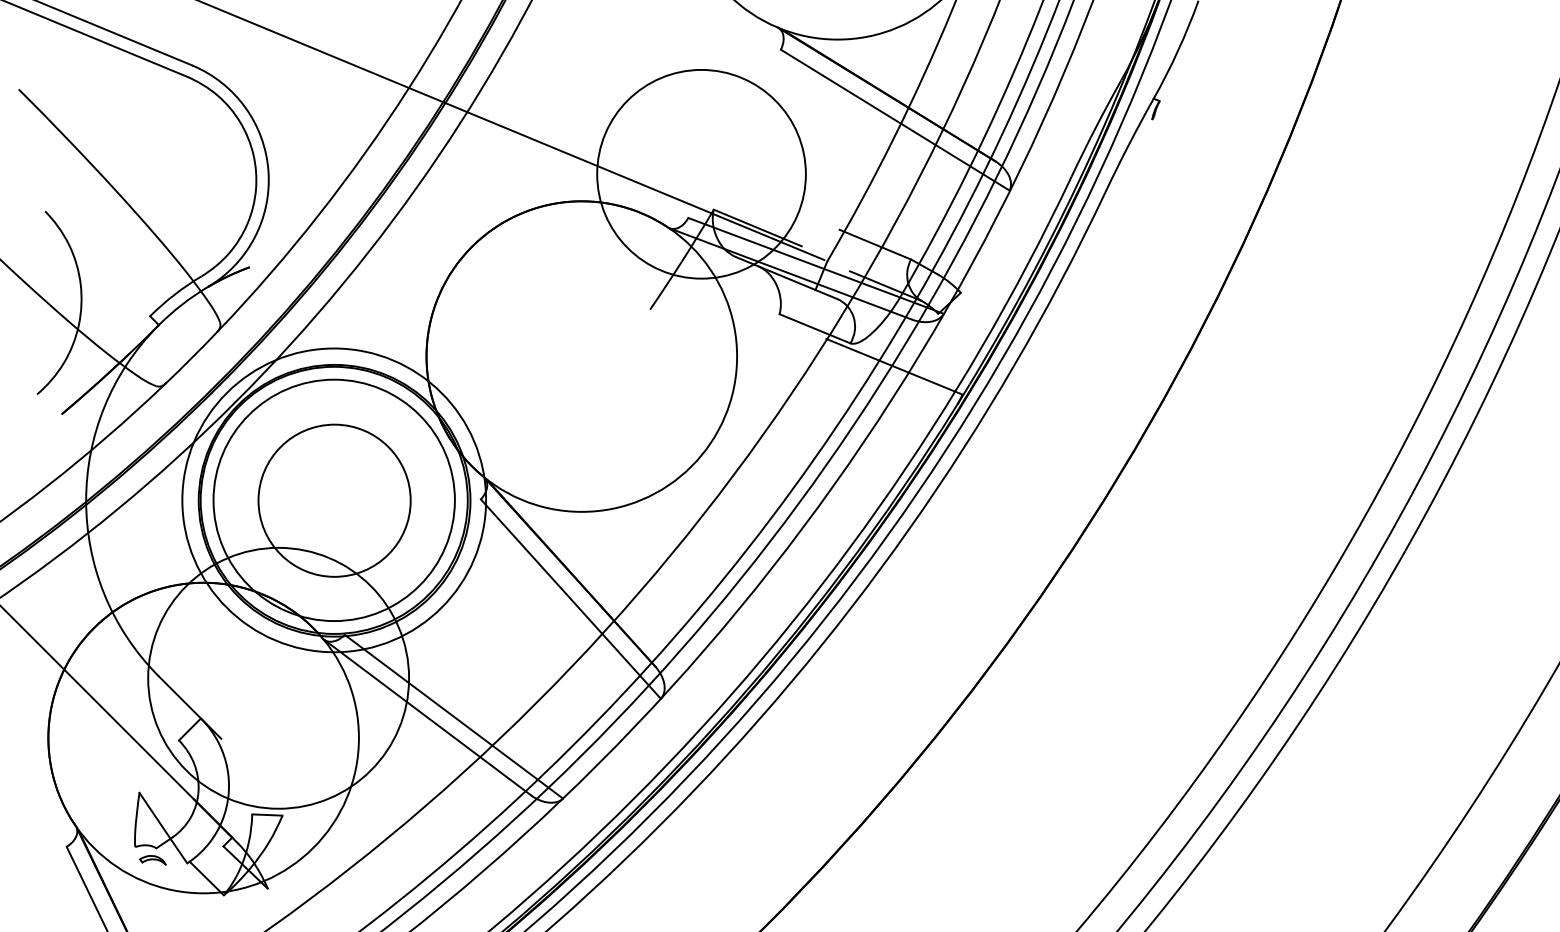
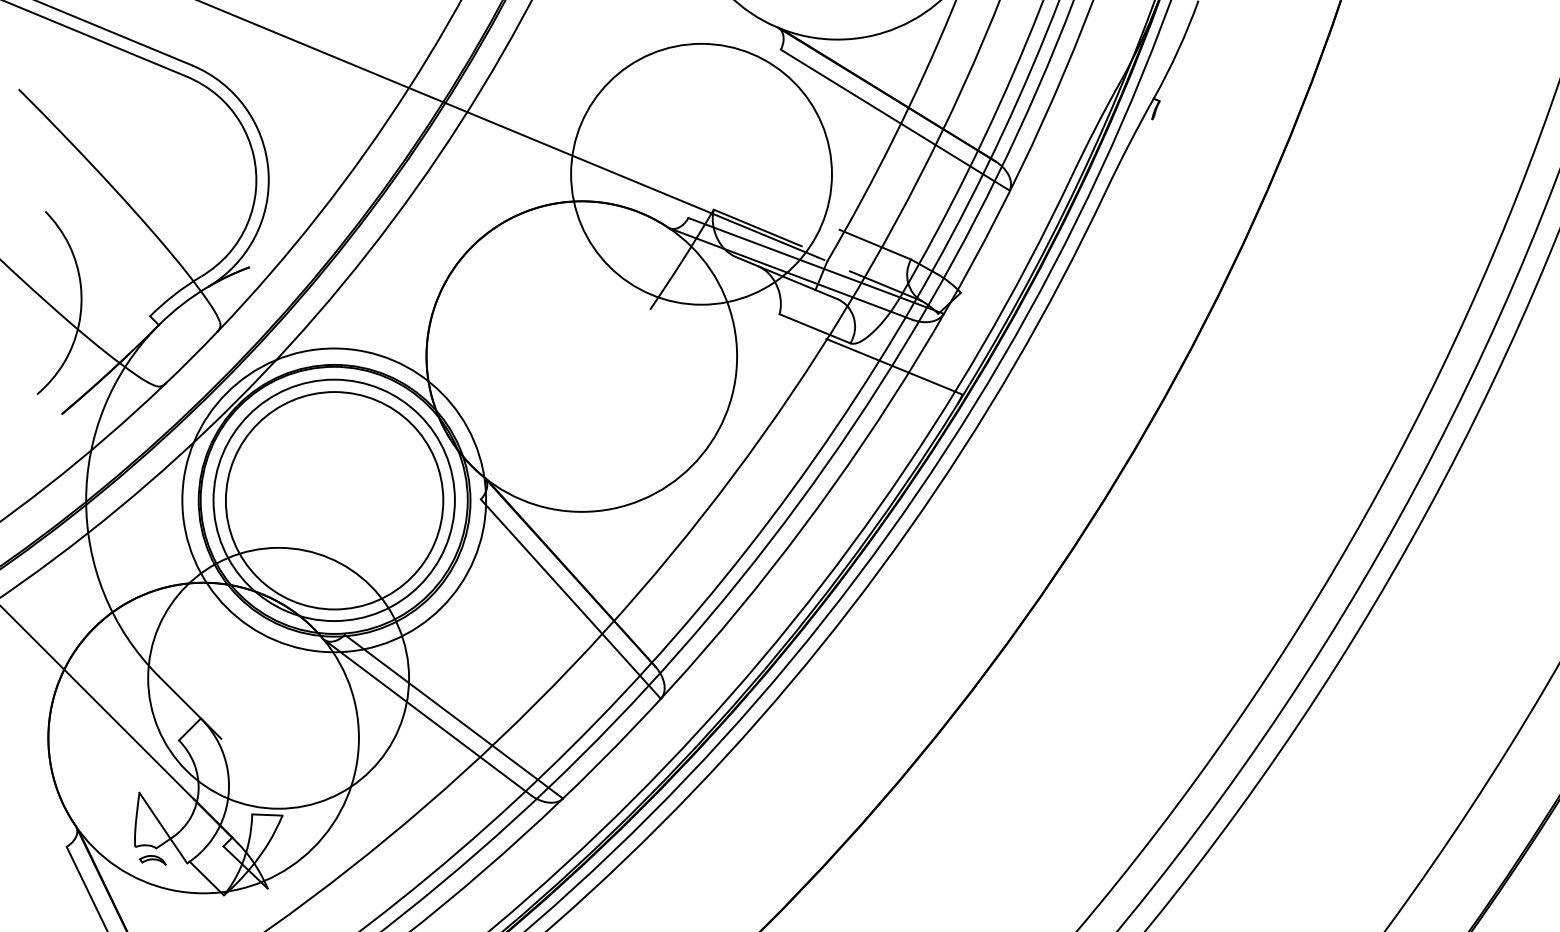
circle at (701, 173) diameter: 209 px -> 261 px
circle at (334, 500) diameter: 152 px -> 217 px
